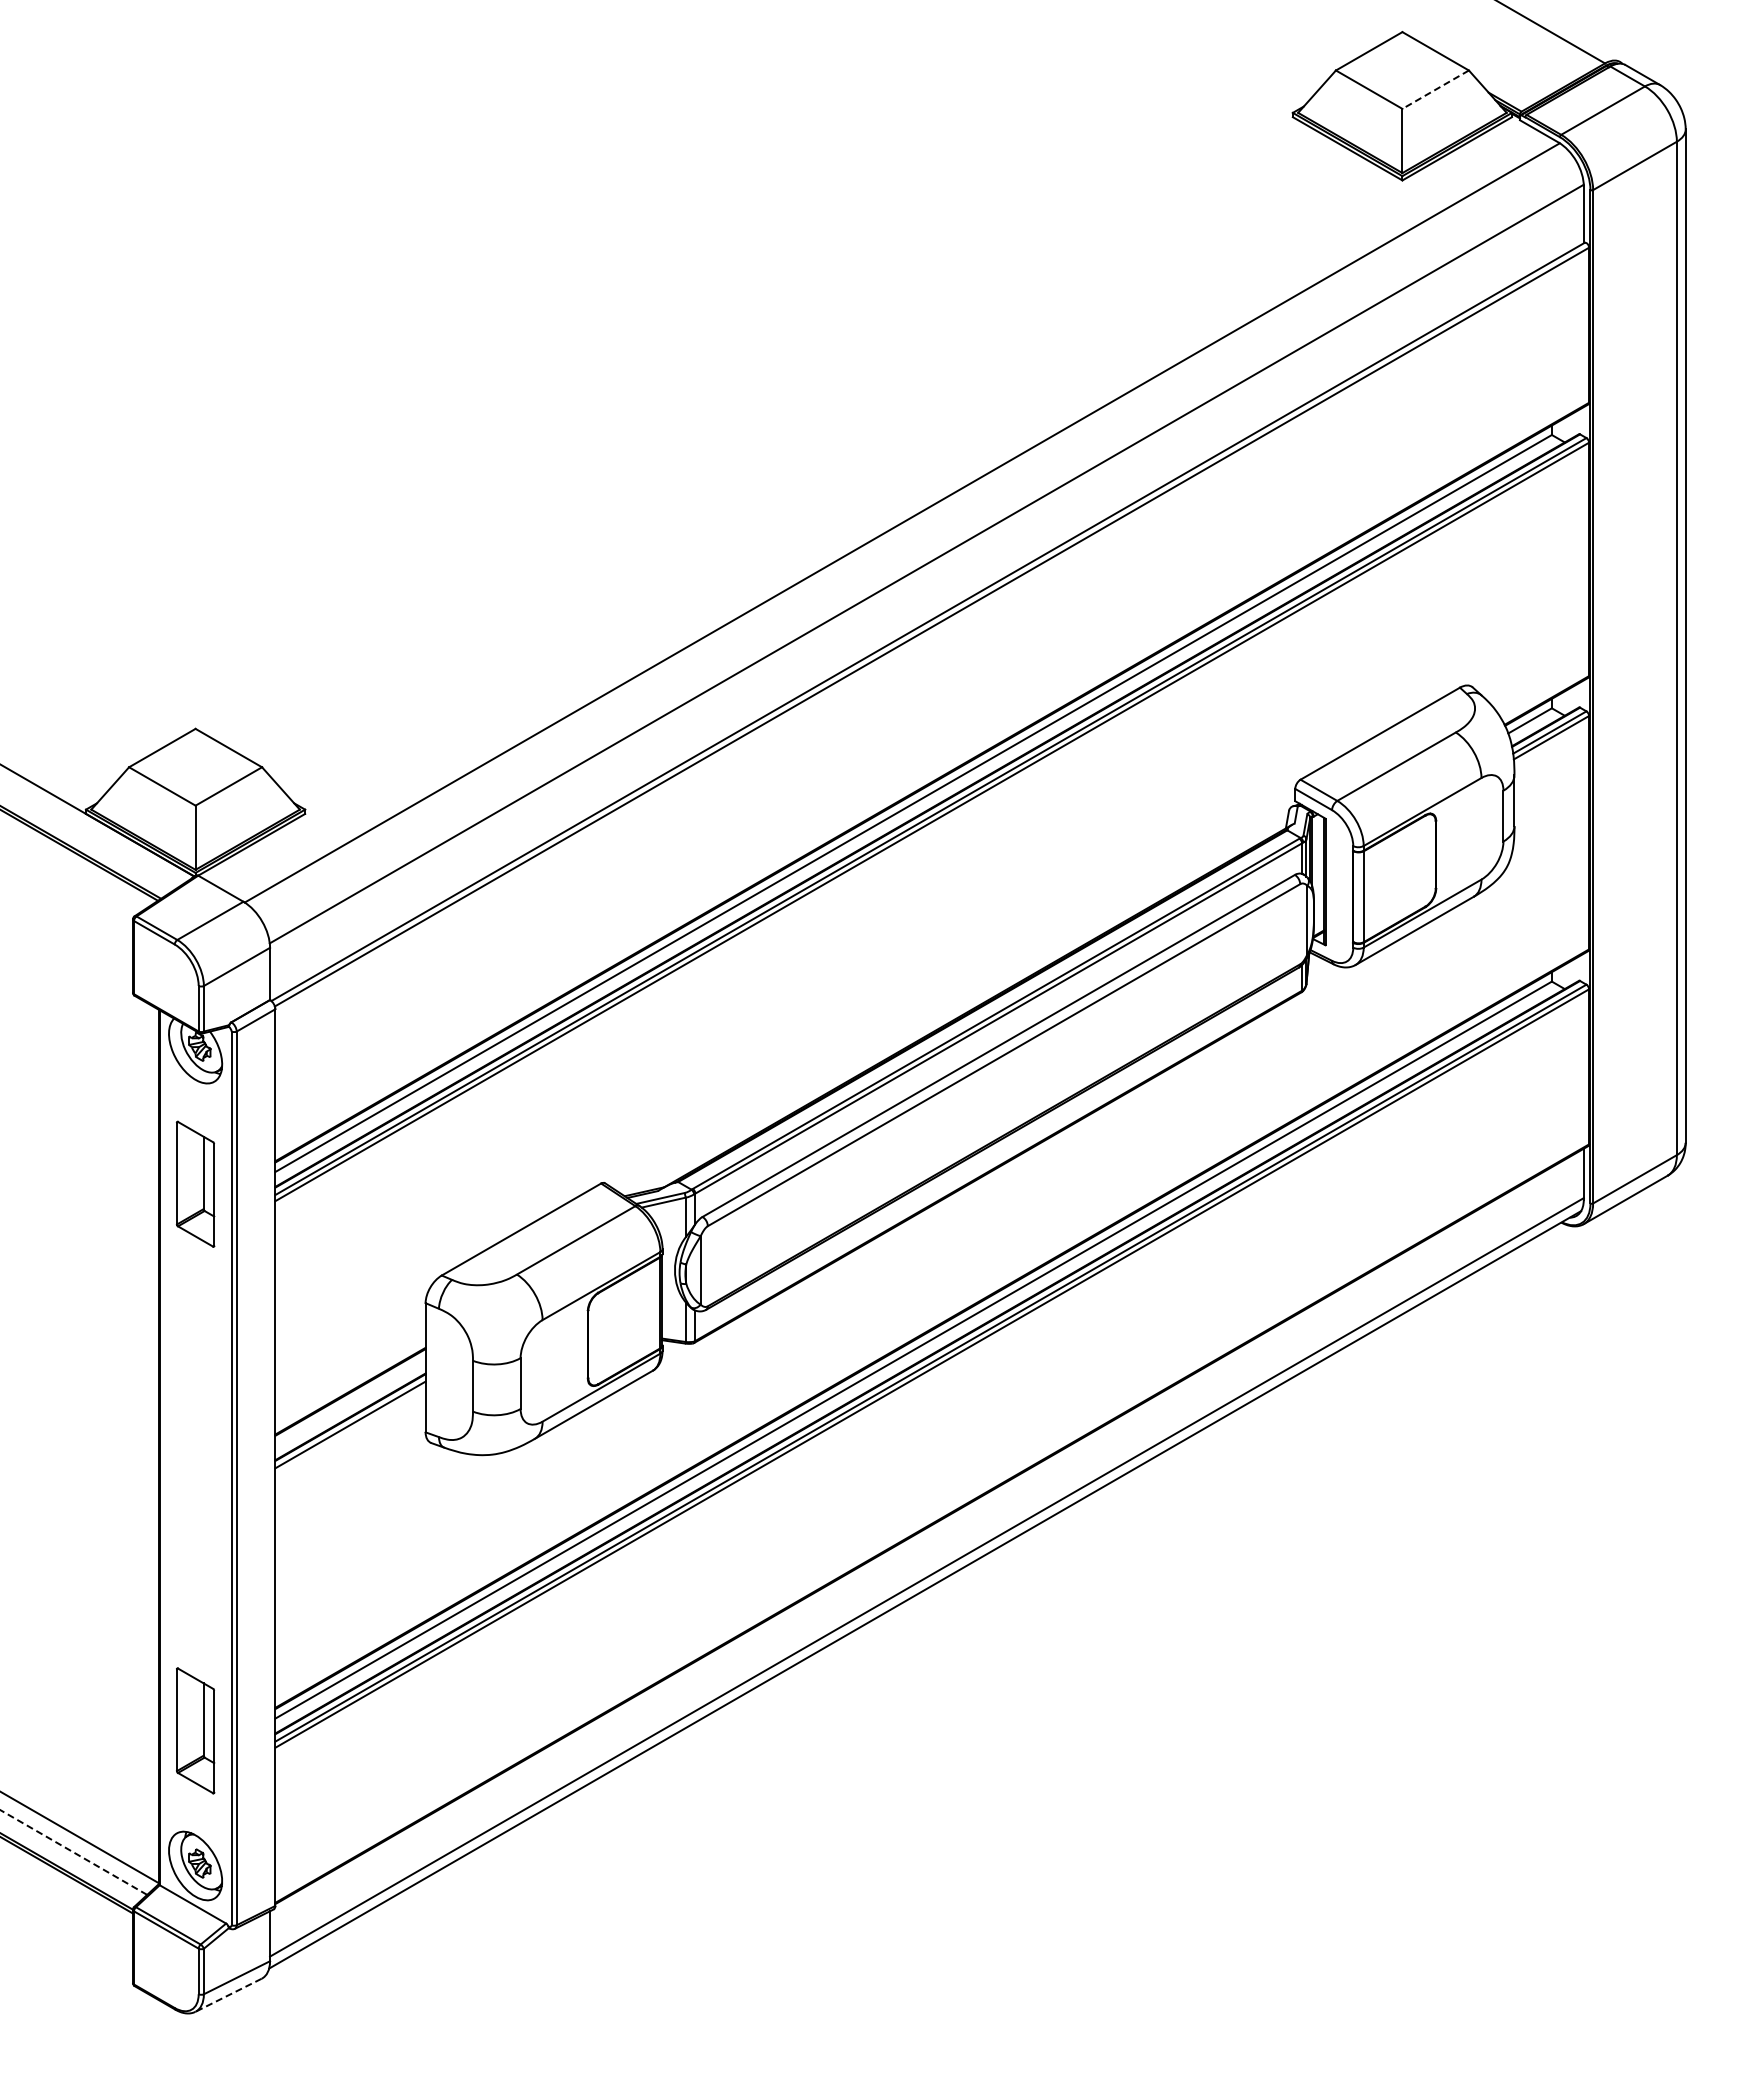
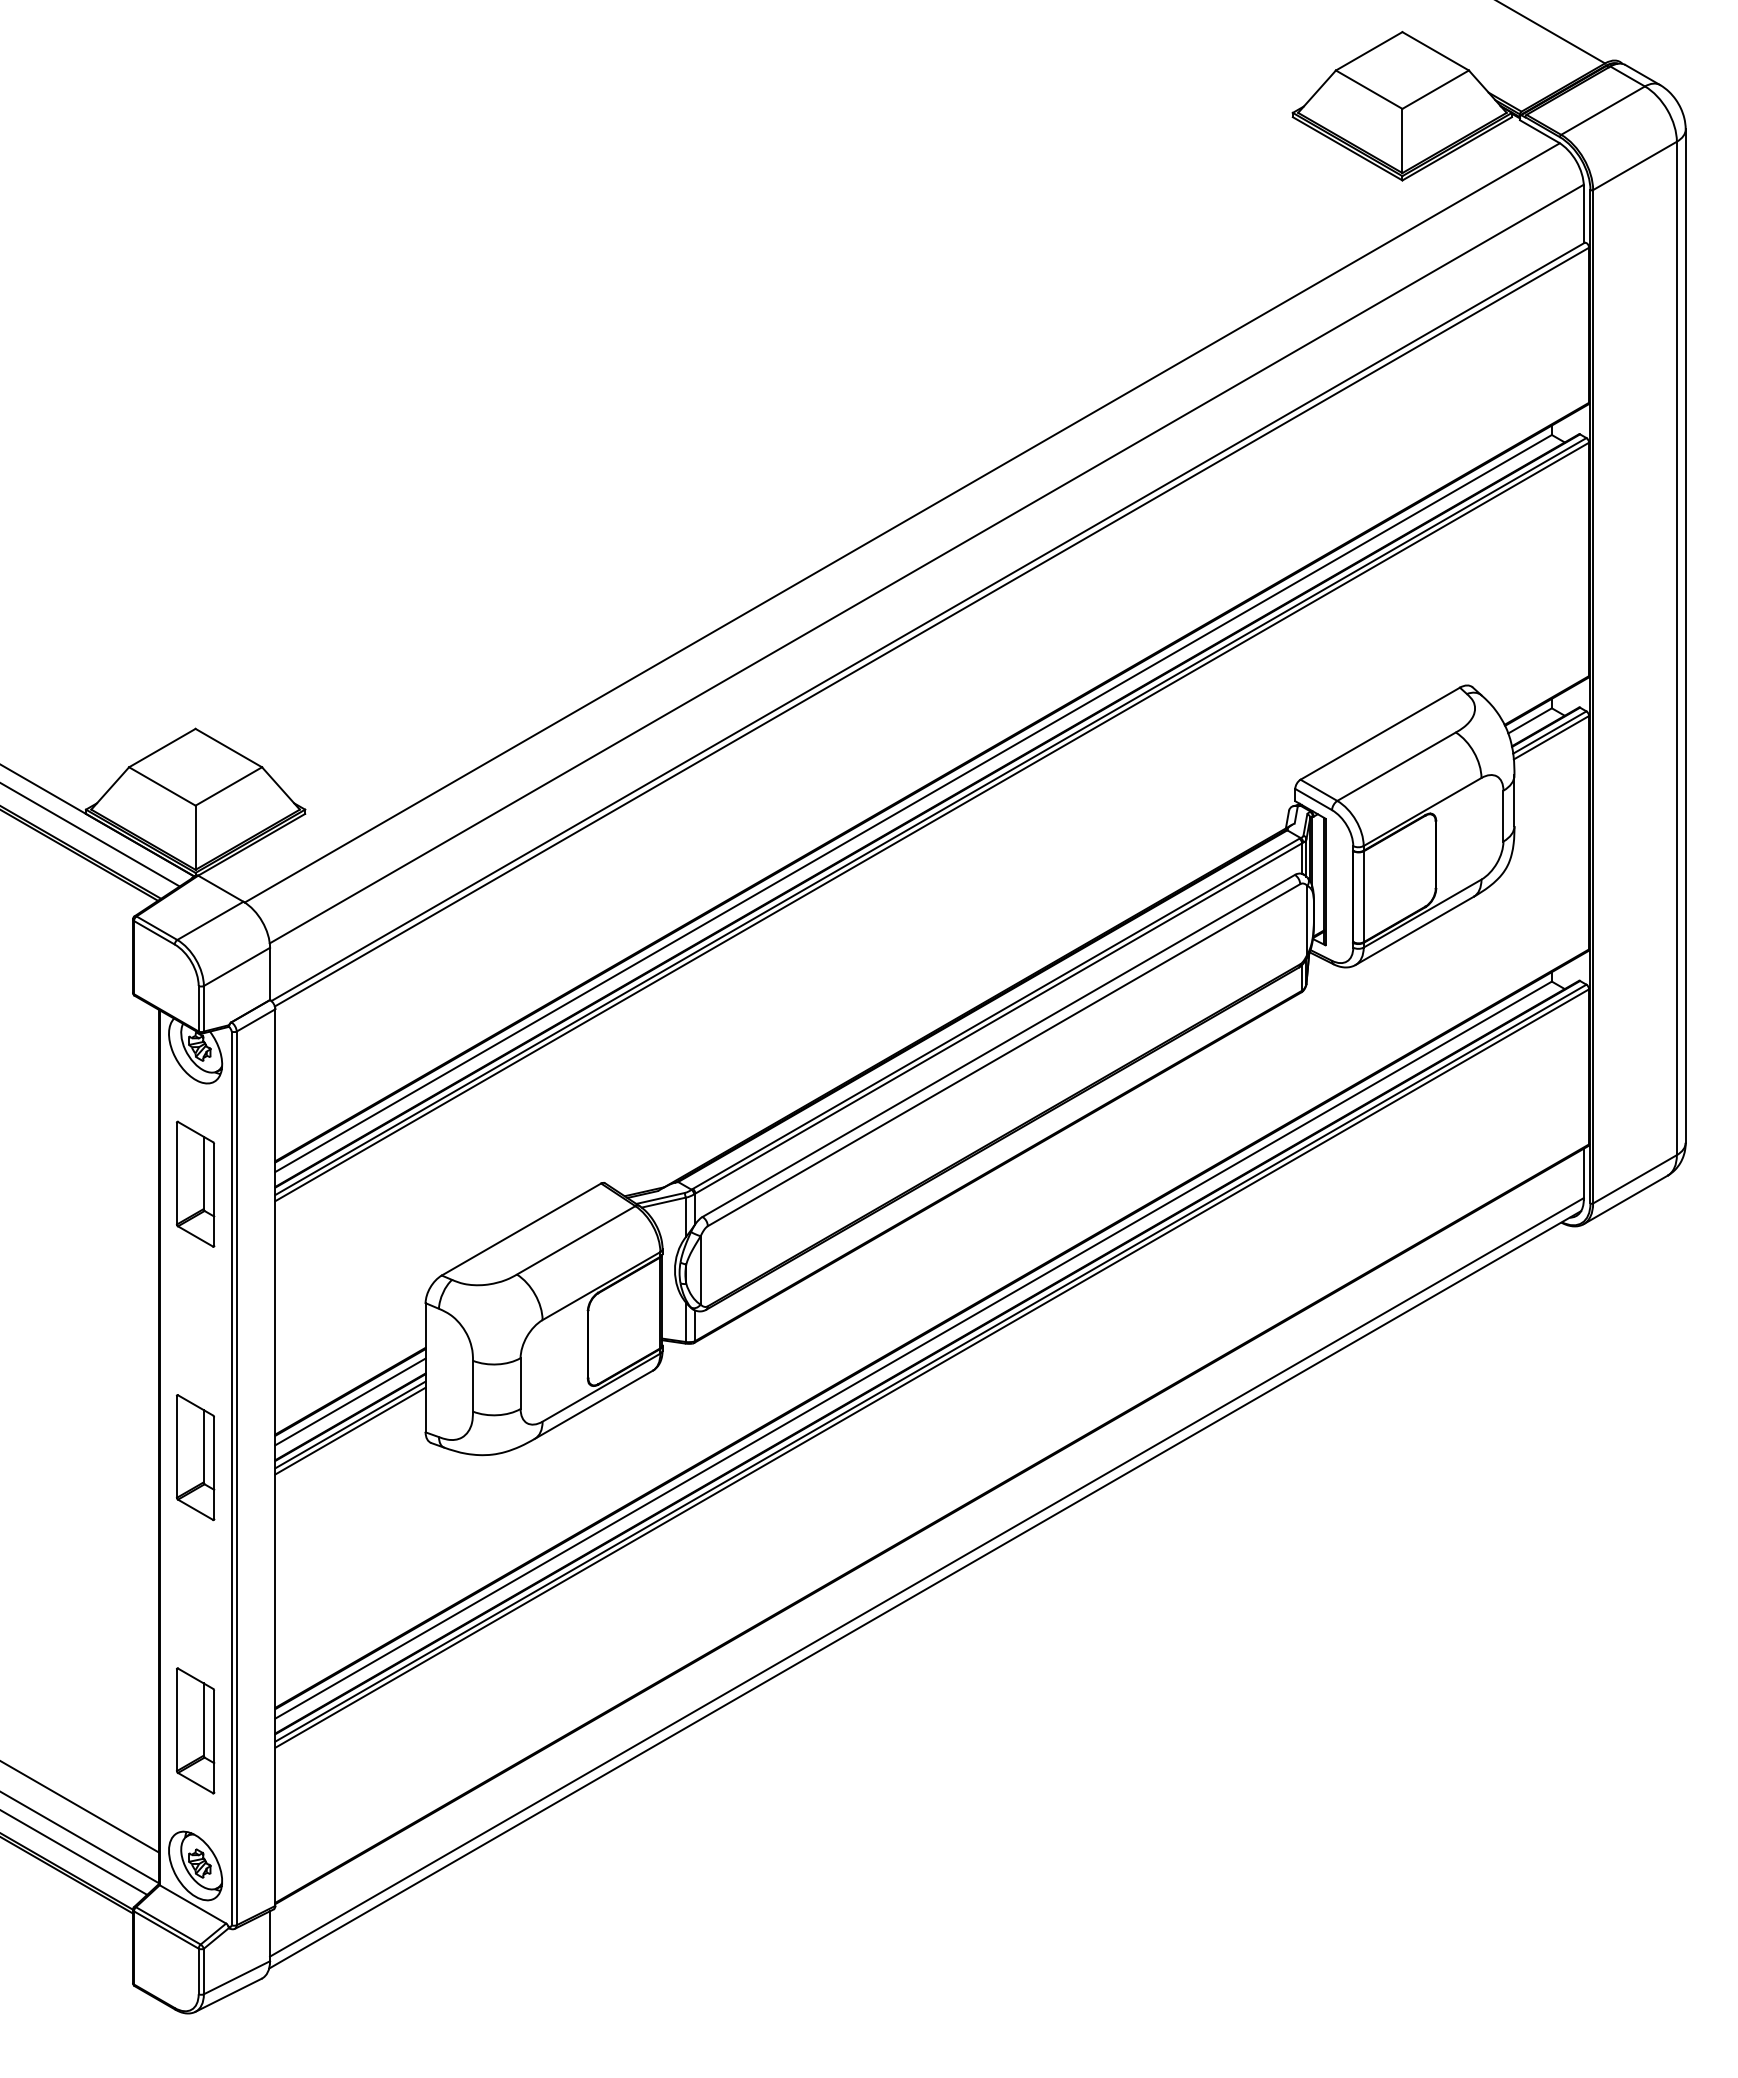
line at (1435, 89): dashed -> solid
line at (90, 834): none -> present
line at (350, 1401): none -> present
line at (350, 1430): none -> present
part at (195, 1457): none -> present
line at (80, 1807): none -> present
line at (73, 1852): dashed -> solid
line at (228, 1995): dashed -> solid
